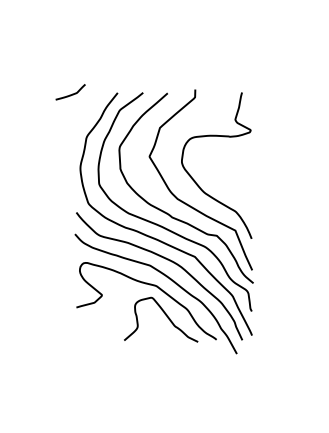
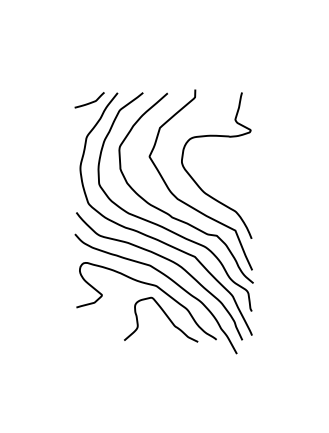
curve at (70, 94) position: (70, 94) -> (89, 102)
